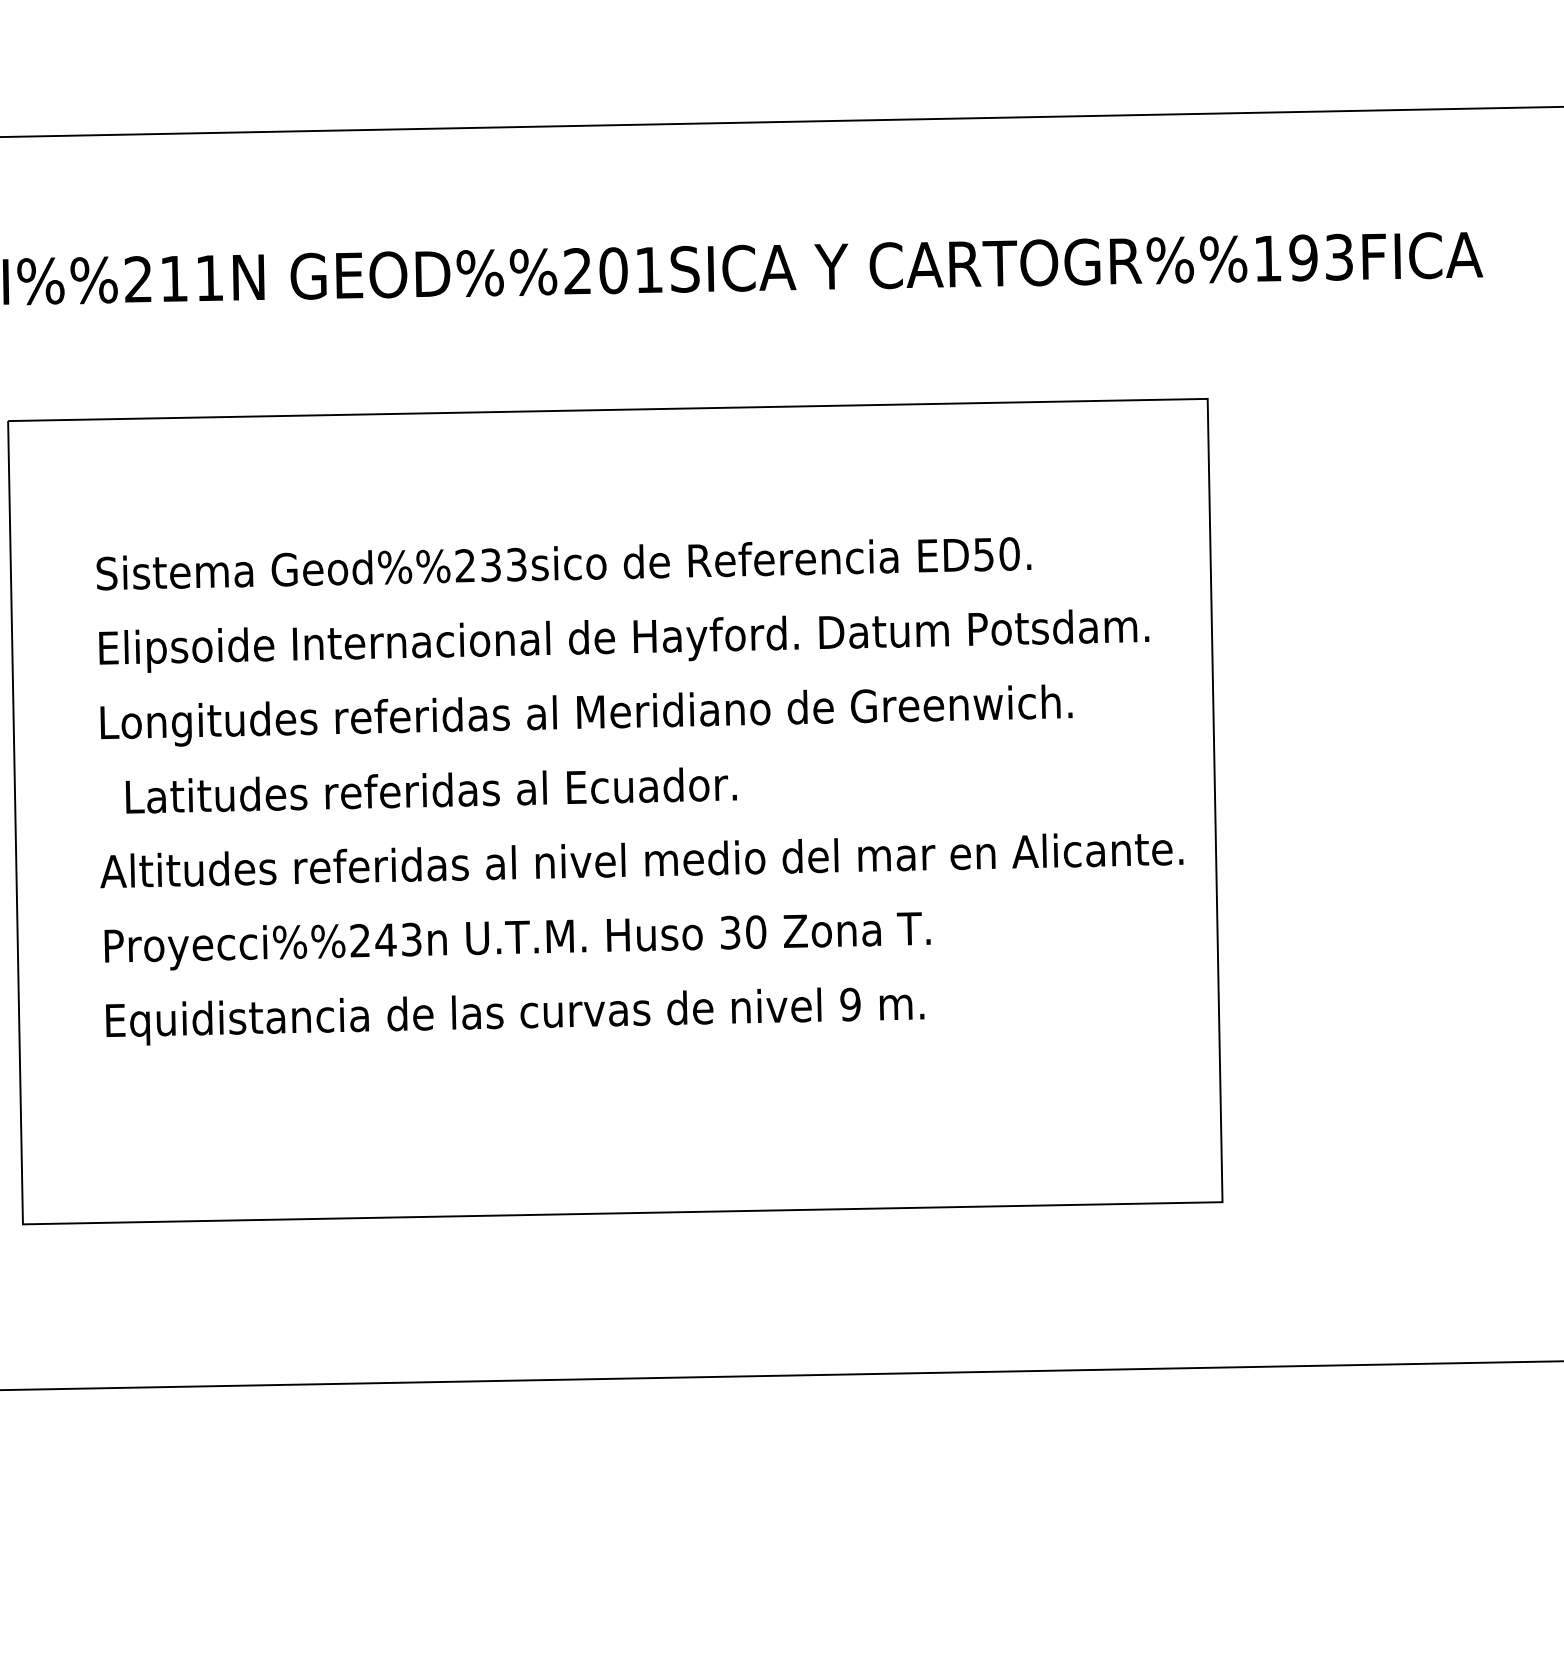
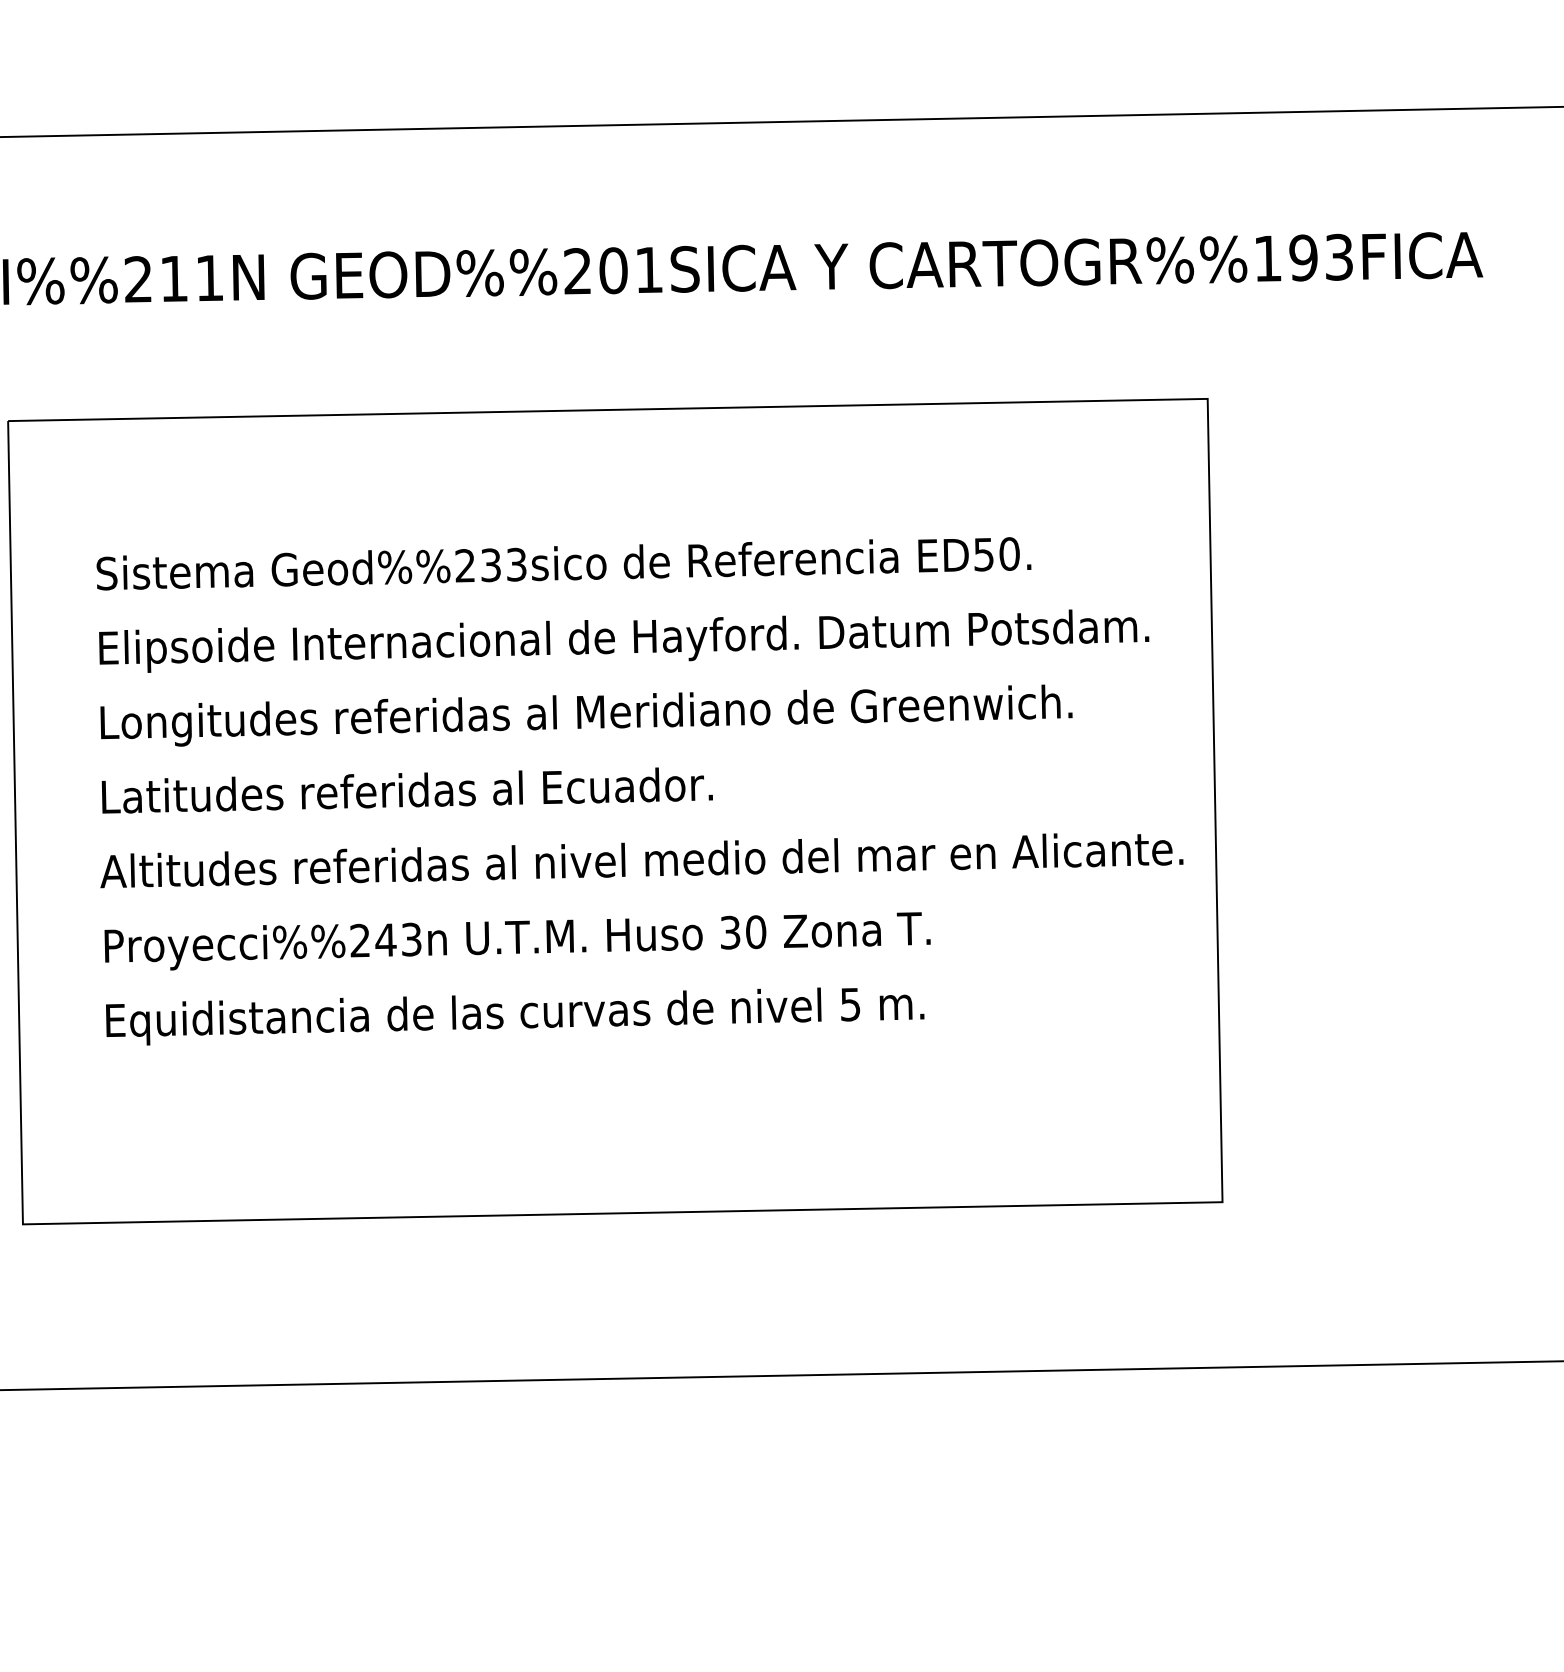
text at (430, 790) position: (430, 790) -> (406, 790)
text at (850, 1004): 9 -> 5
